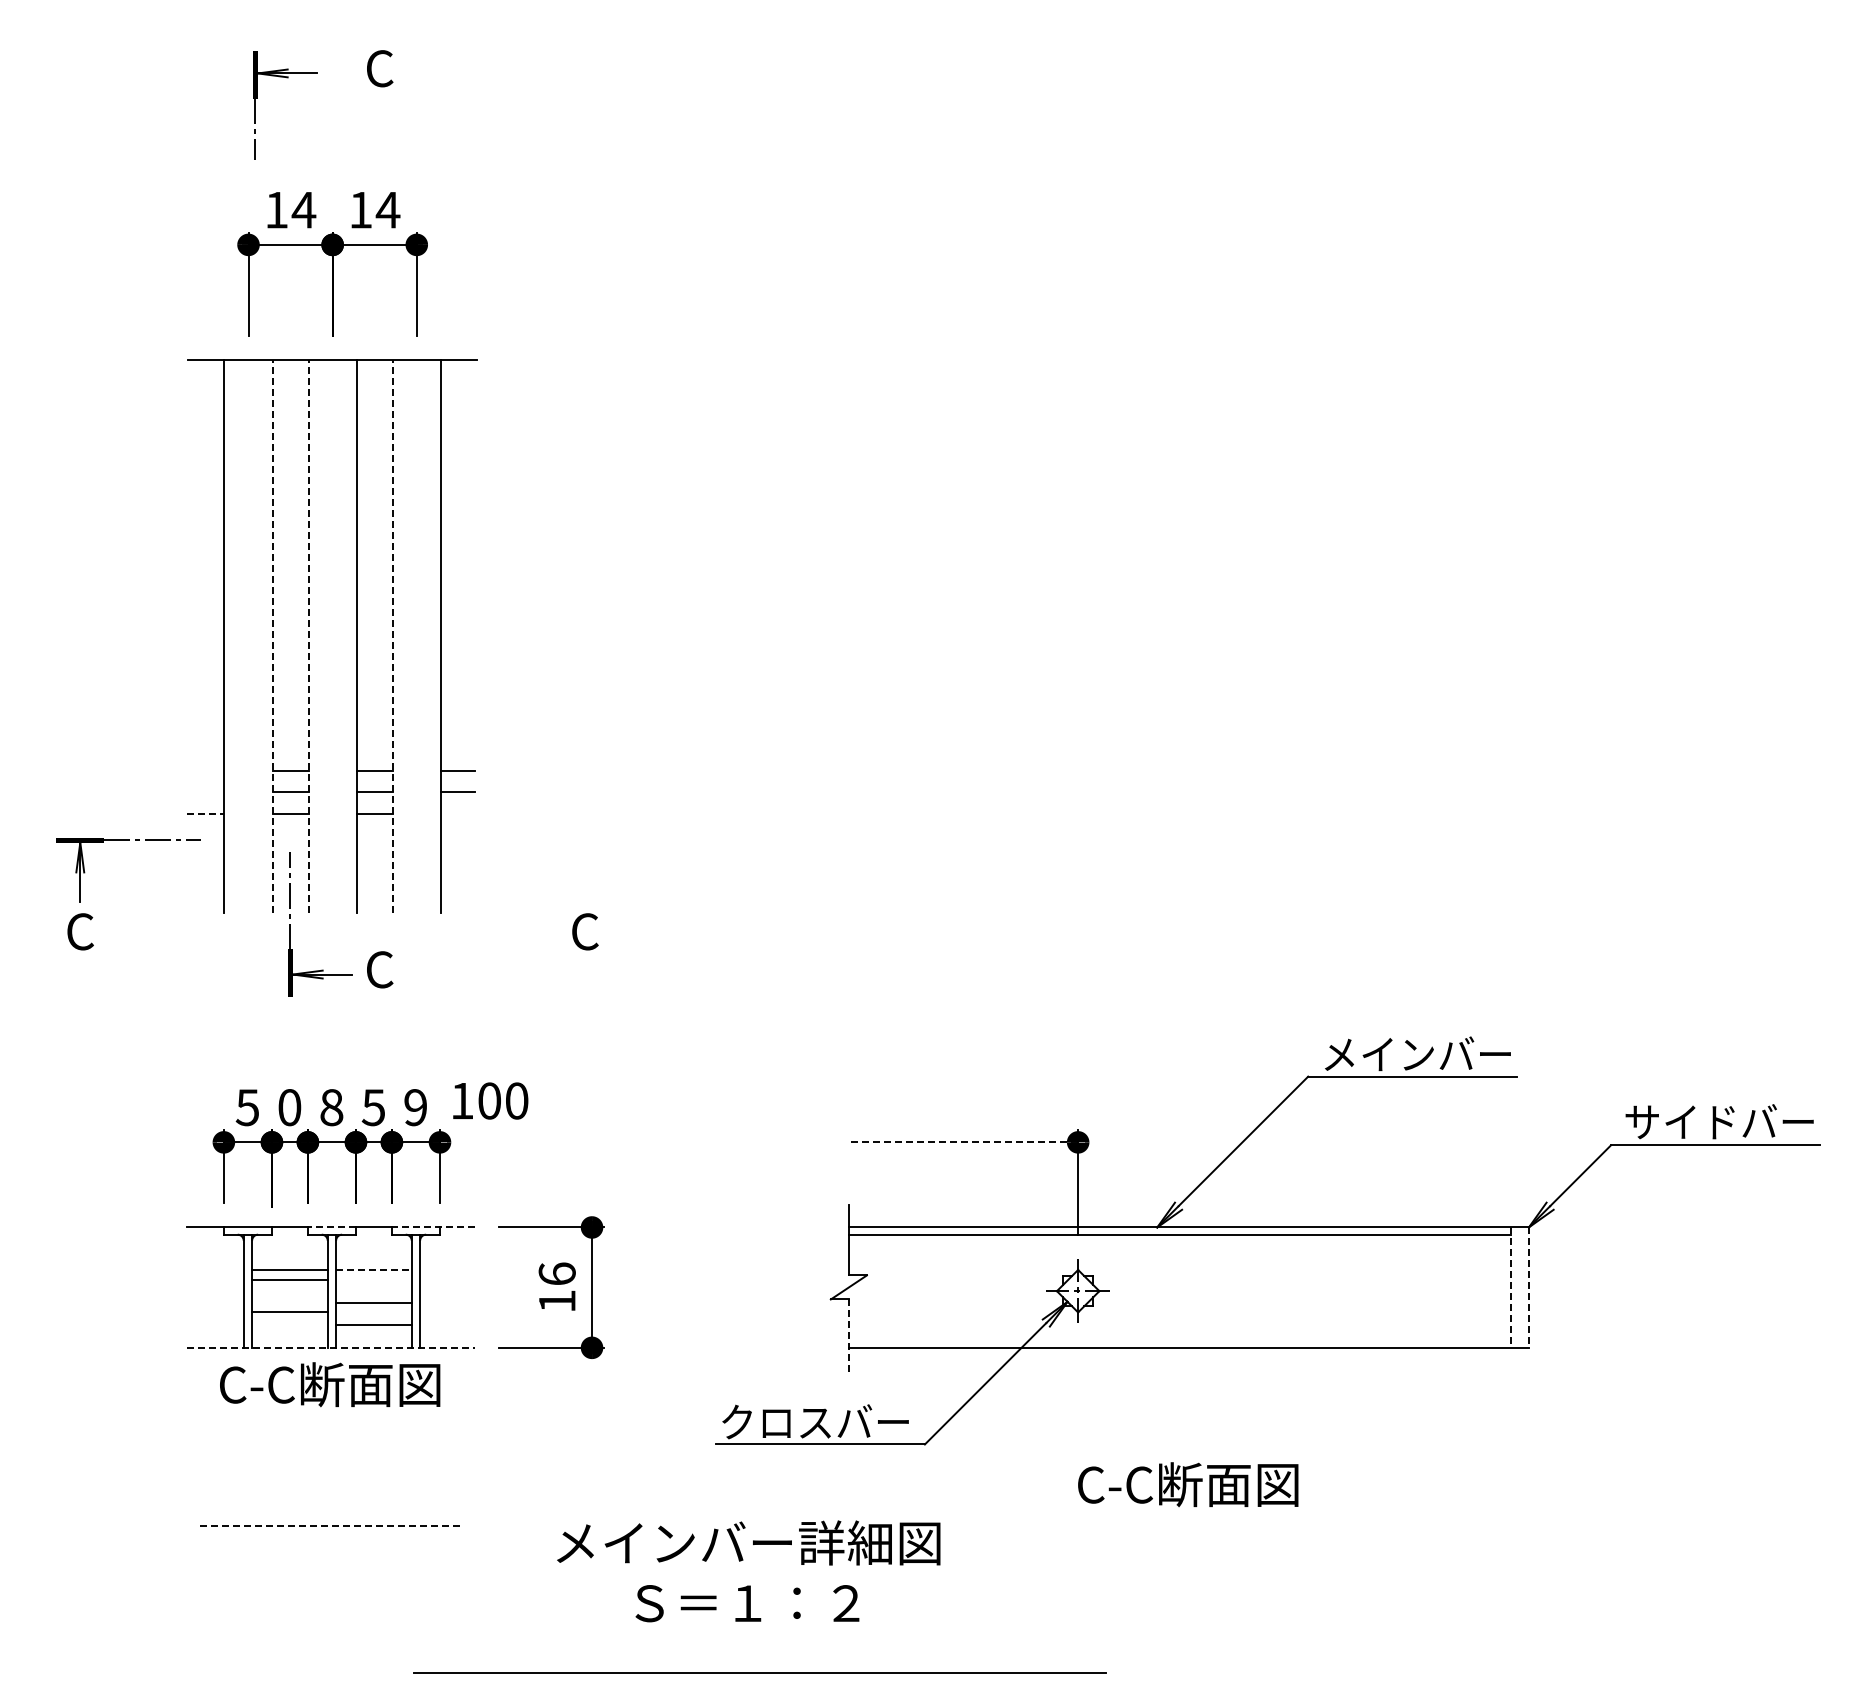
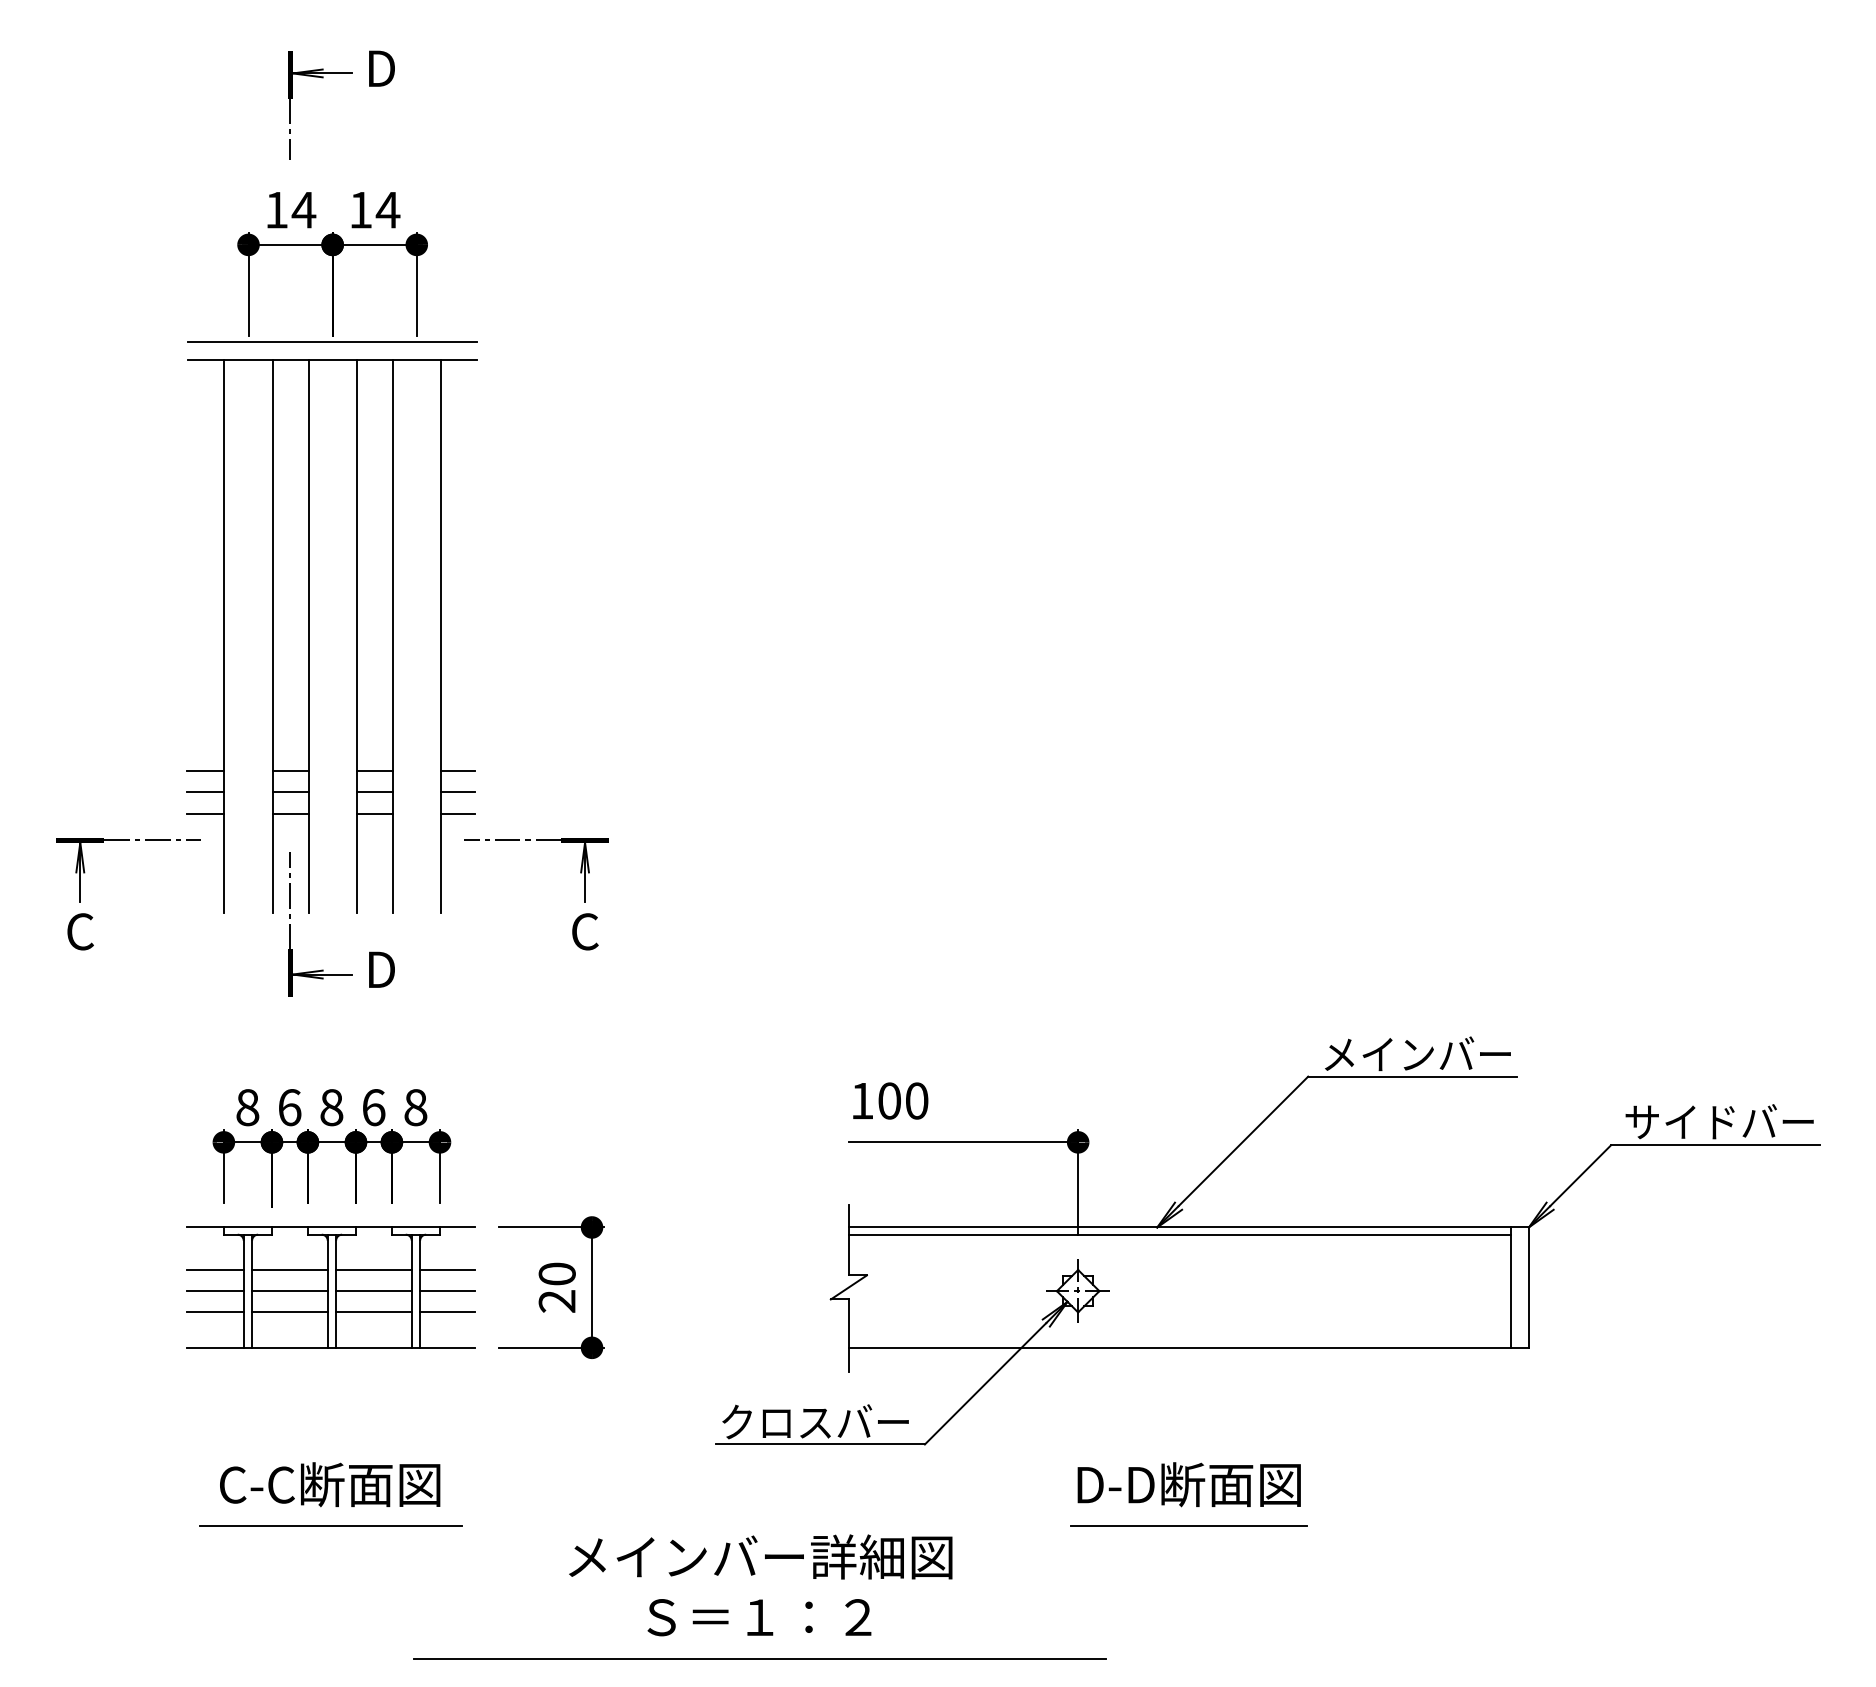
text at (380, 68): C -> D
part at (286, 78) position: (286, 78) -> (321, 78)
line at (332, 341): none -> present
line at (272, 635): dashed -> solid
line at (308, 635): dashed -> solid
line at (392, 635): dashed -> solid
line at (205, 771): none -> present
line at (205, 792): none -> present
line at (205, 813): dashed -> solid
line at (457, 813): none -> present
part at (536, 840): none -> present
text at (380, 969): C -> D
text at (490, 1100) position: (490, 1100) -> (890, 1100)
text at (247, 1107): 5 -> 8
text at (289, 1107): 0 -> 6
text at (373, 1107): 5 -> 6
text at (415, 1107): 9 -> 8
line at (963, 1142): dashed -> solid
line at (331, 1227): dashed -> solid
line at (433, 1227): dashed -> solid
line at (214, 1269): none -> present
line at (373, 1269): dashed -> solid
line at (447, 1269): none -> present
line at (289, 1280) position: (289, 1280) -> (289, 1291)
text at (556, 1287): 16 -> 20
line at (1510, 1288): dashed -> solid
line at (1528, 1288): dashed -> solid
line at (214, 1291): none -> present
line at (447, 1291): none -> present
line at (373, 1303) position: (373, 1303) -> (373, 1291)
line at (214, 1312): none -> present
line at (447, 1312): none -> present
line at (373, 1325) position: (373, 1325) -> (373, 1312)
line at (848, 1335): dashed -> solid
line at (331, 1347): dashed -> solid
text at (330, 1384) position: (330, 1384) -> (330, 1484)
text at (1188, 1484): C-C断面図 -> D-D断面図
line at (330, 1526): dashed -> solid
line at (1188, 1526): none -> present
text at (748, 1571) position: (748, 1571) -> (760, 1585)
line at (759, 1672) position: (759, 1672) -> (759, 1658)
